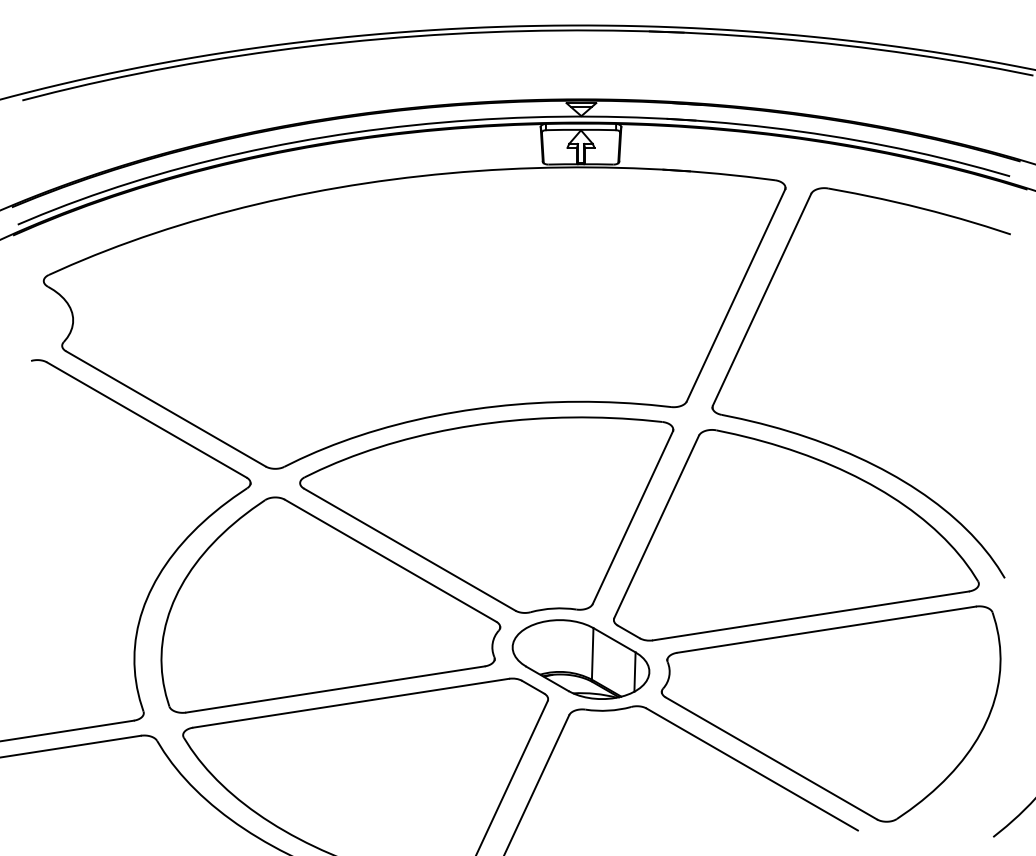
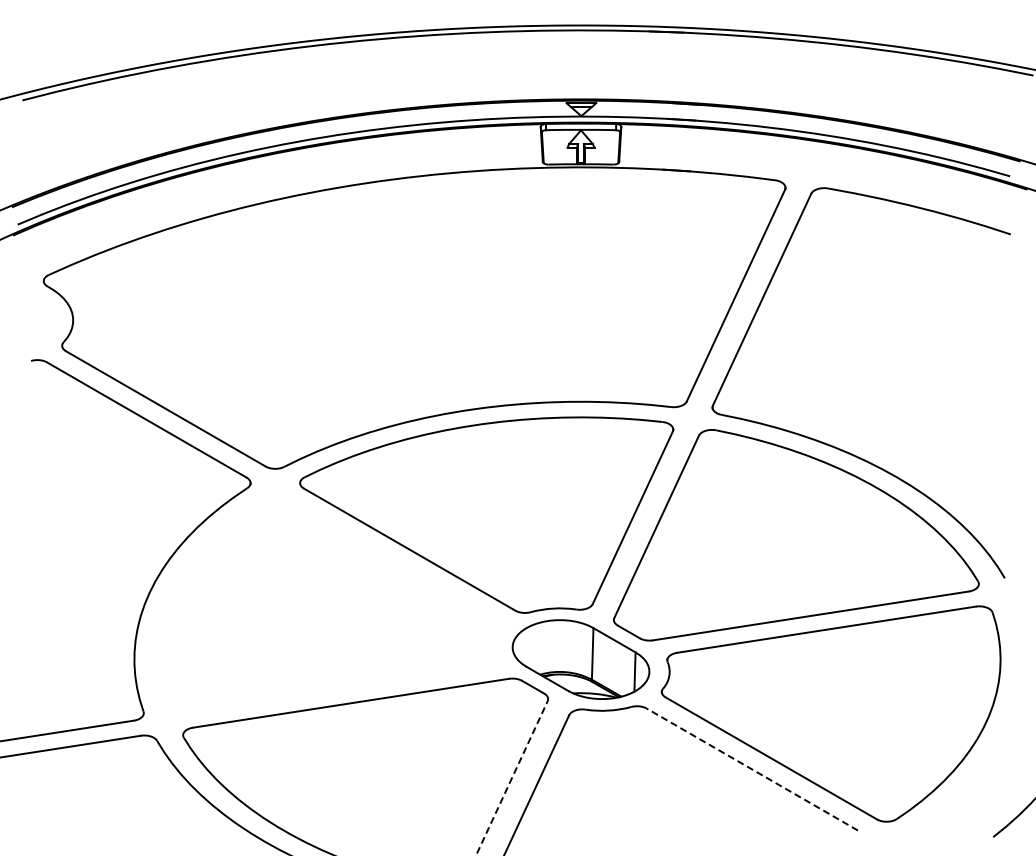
part at (330, 604): present -> none
line at (752, 769): solid -> dashed
line at (512, 777): solid -> dashed
